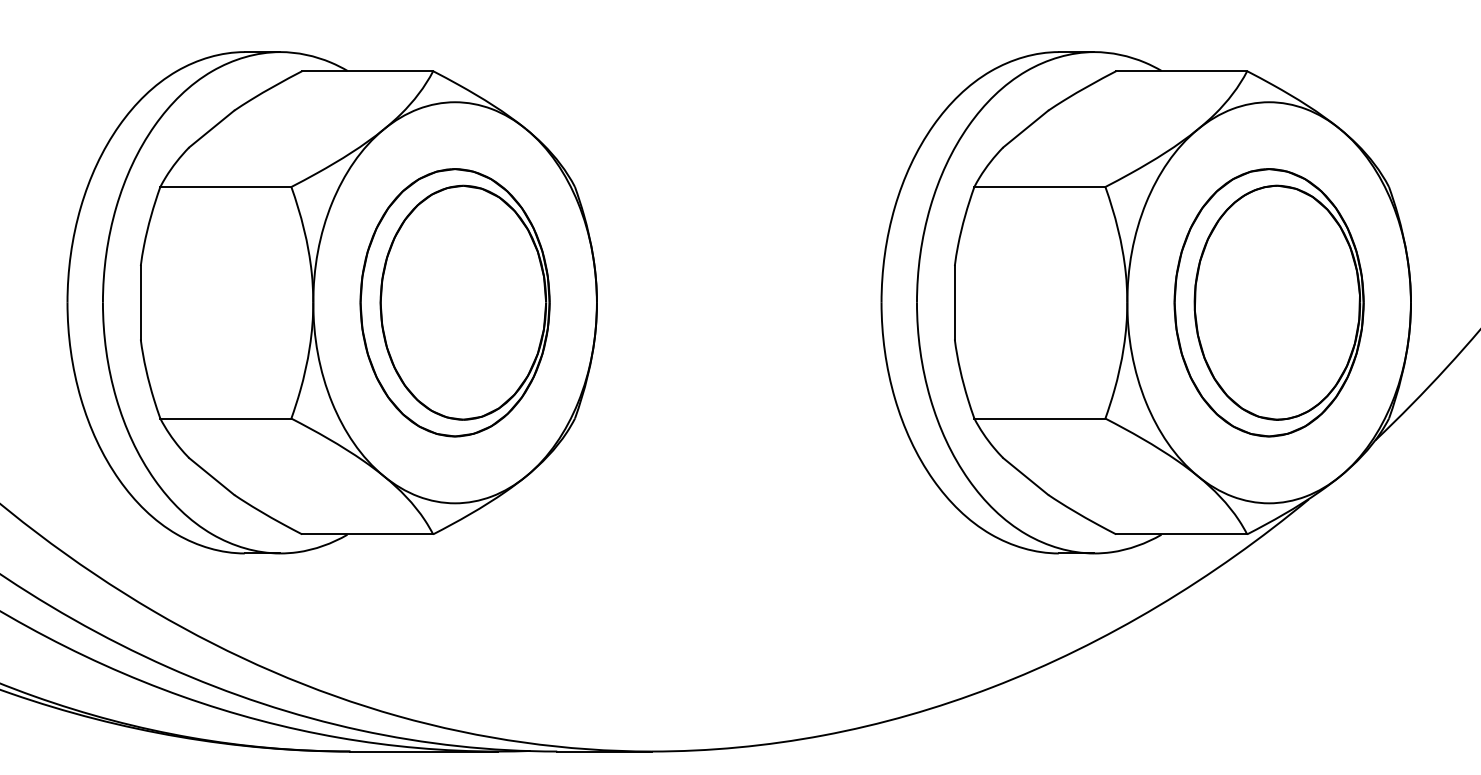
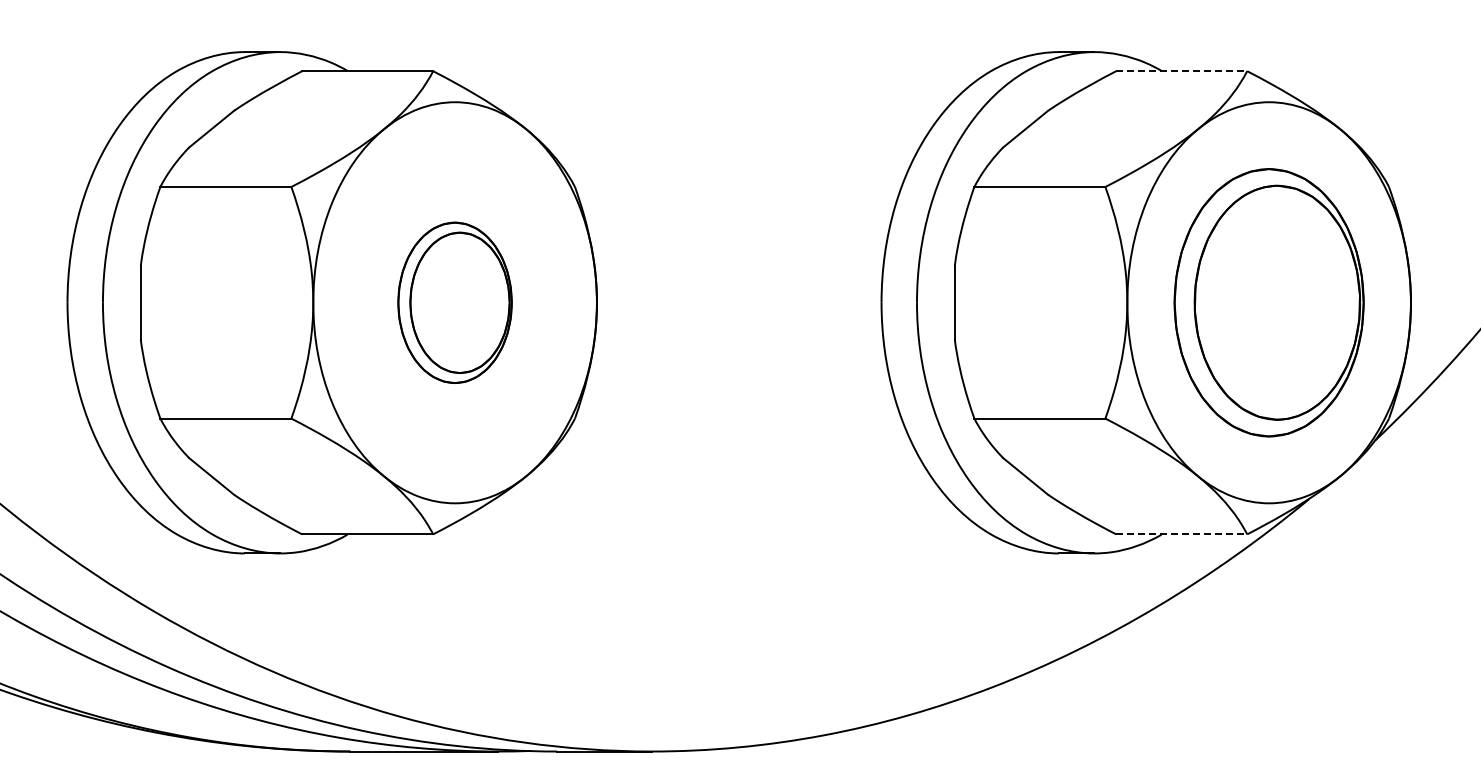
line at (1181, 71): solid -> dashed
part at (454, 302) size: 192x270 px -> 116x163 px
line at (1181, 534): solid -> dashed
